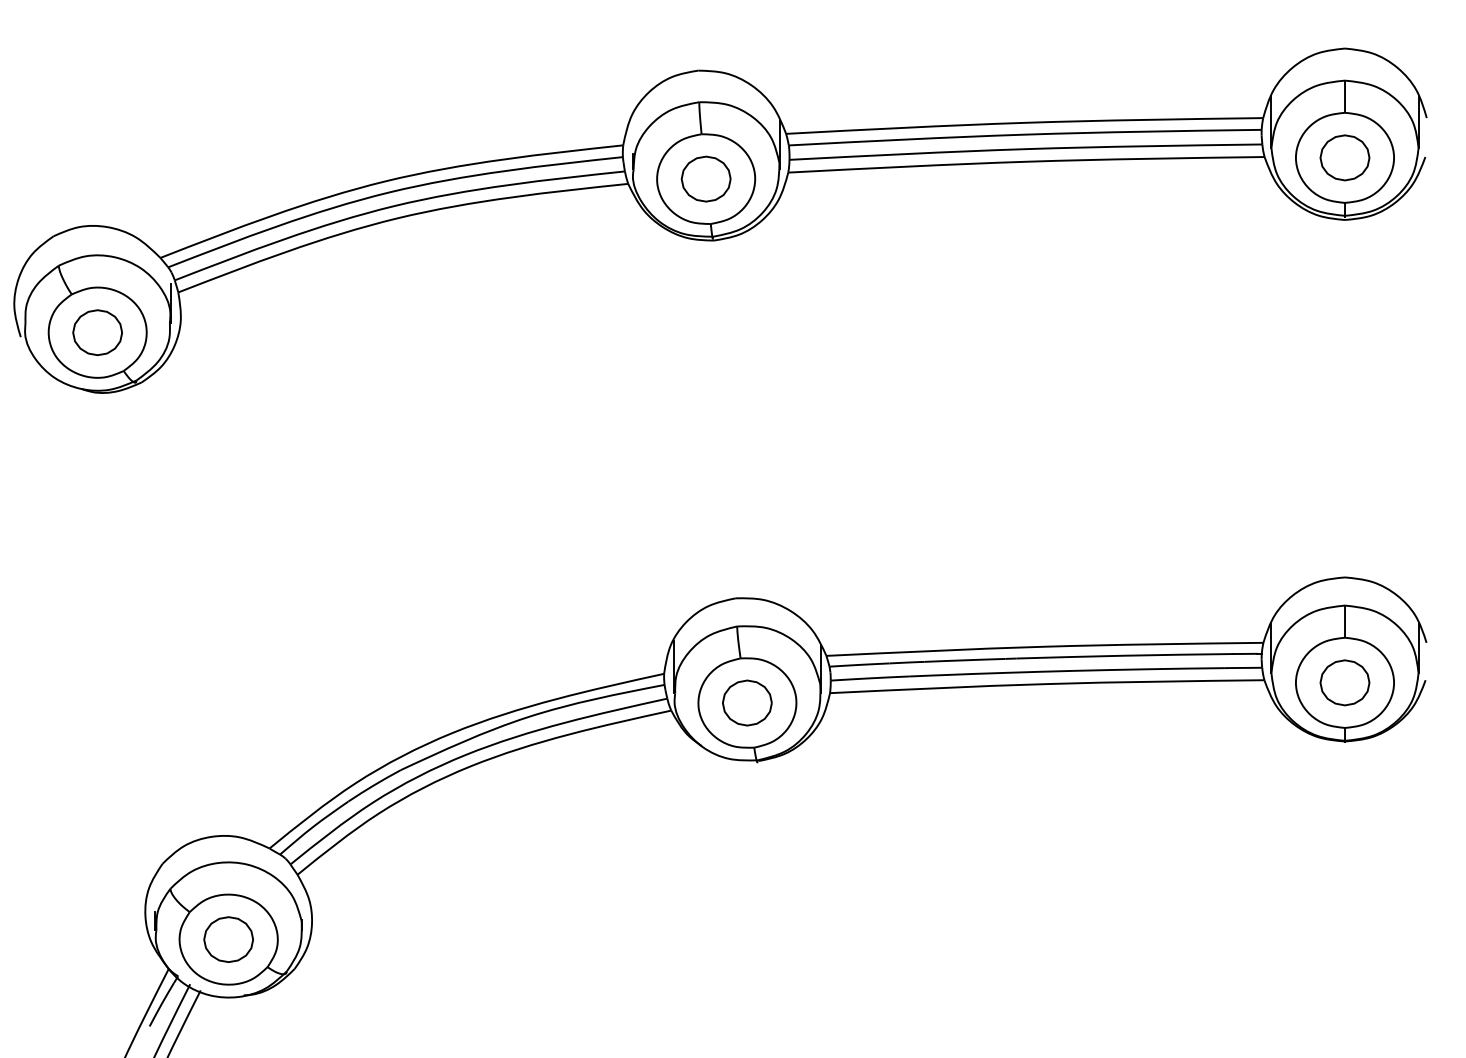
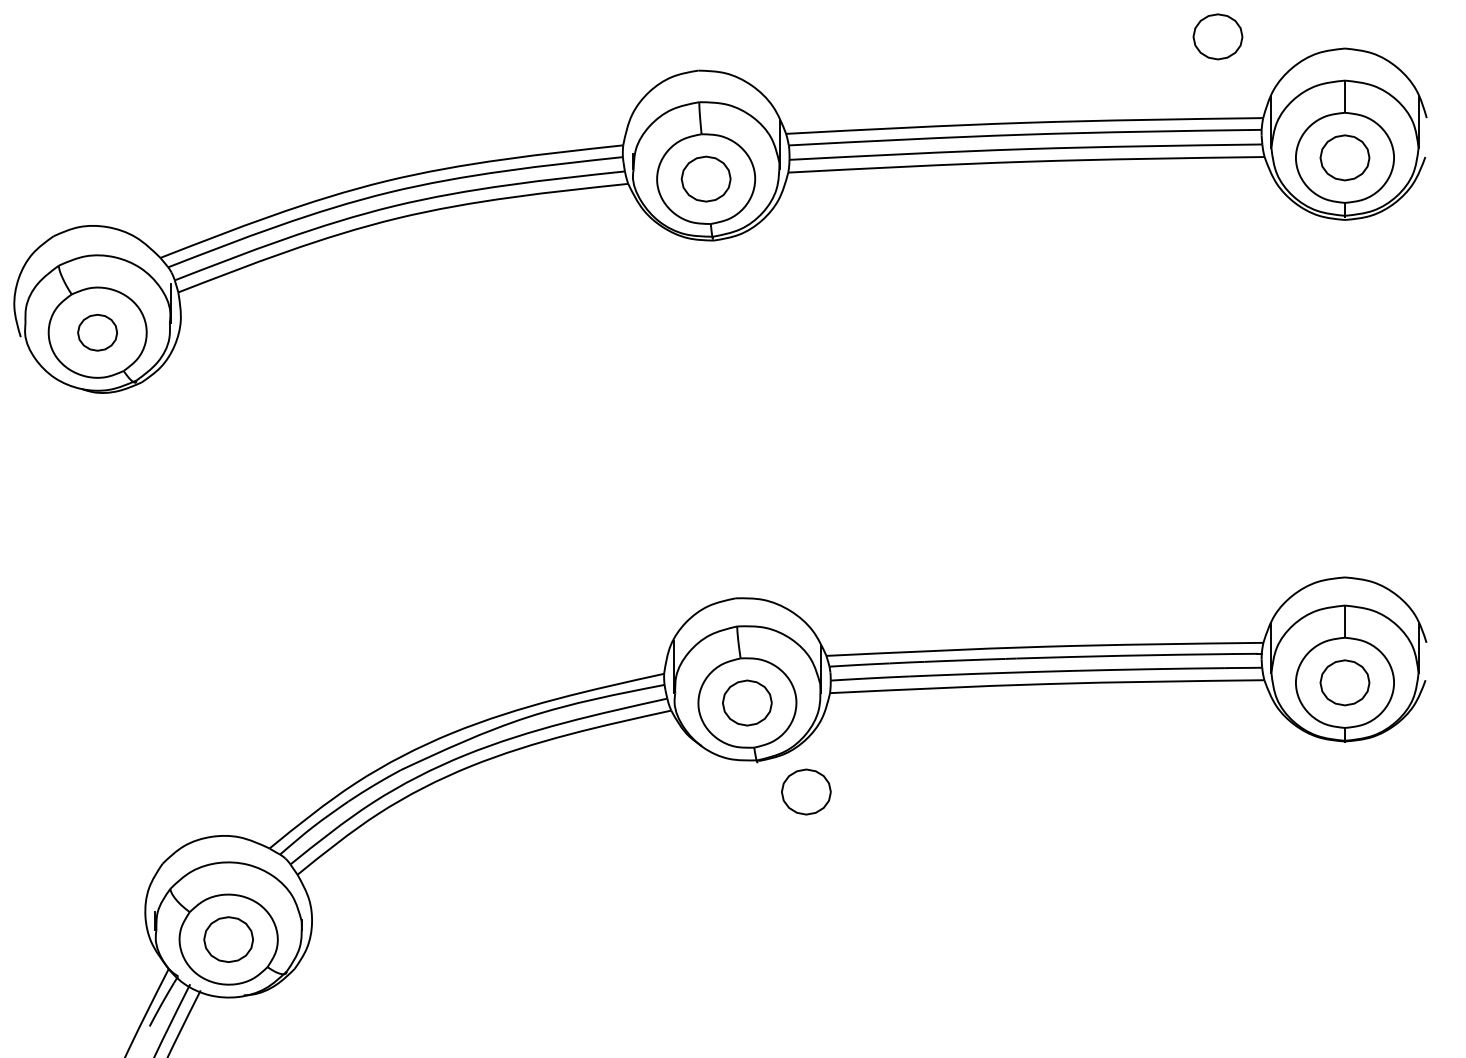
part at (1217, 36): none -> present
part at (97, 332) size: 51x48 px -> 41x39 px
part at (806, 791): none -> present
